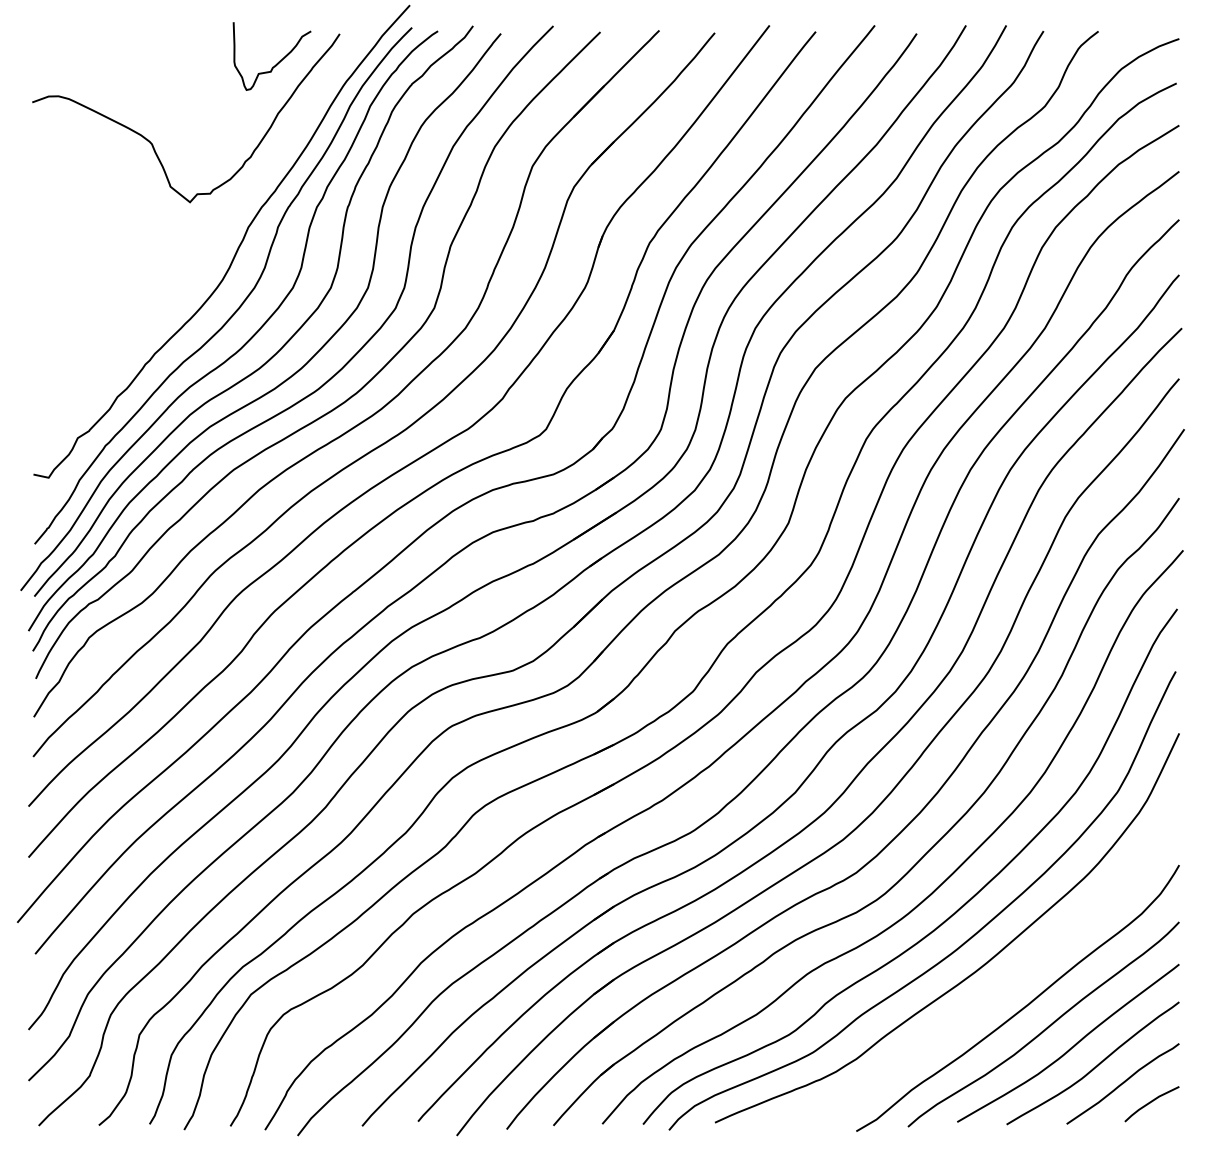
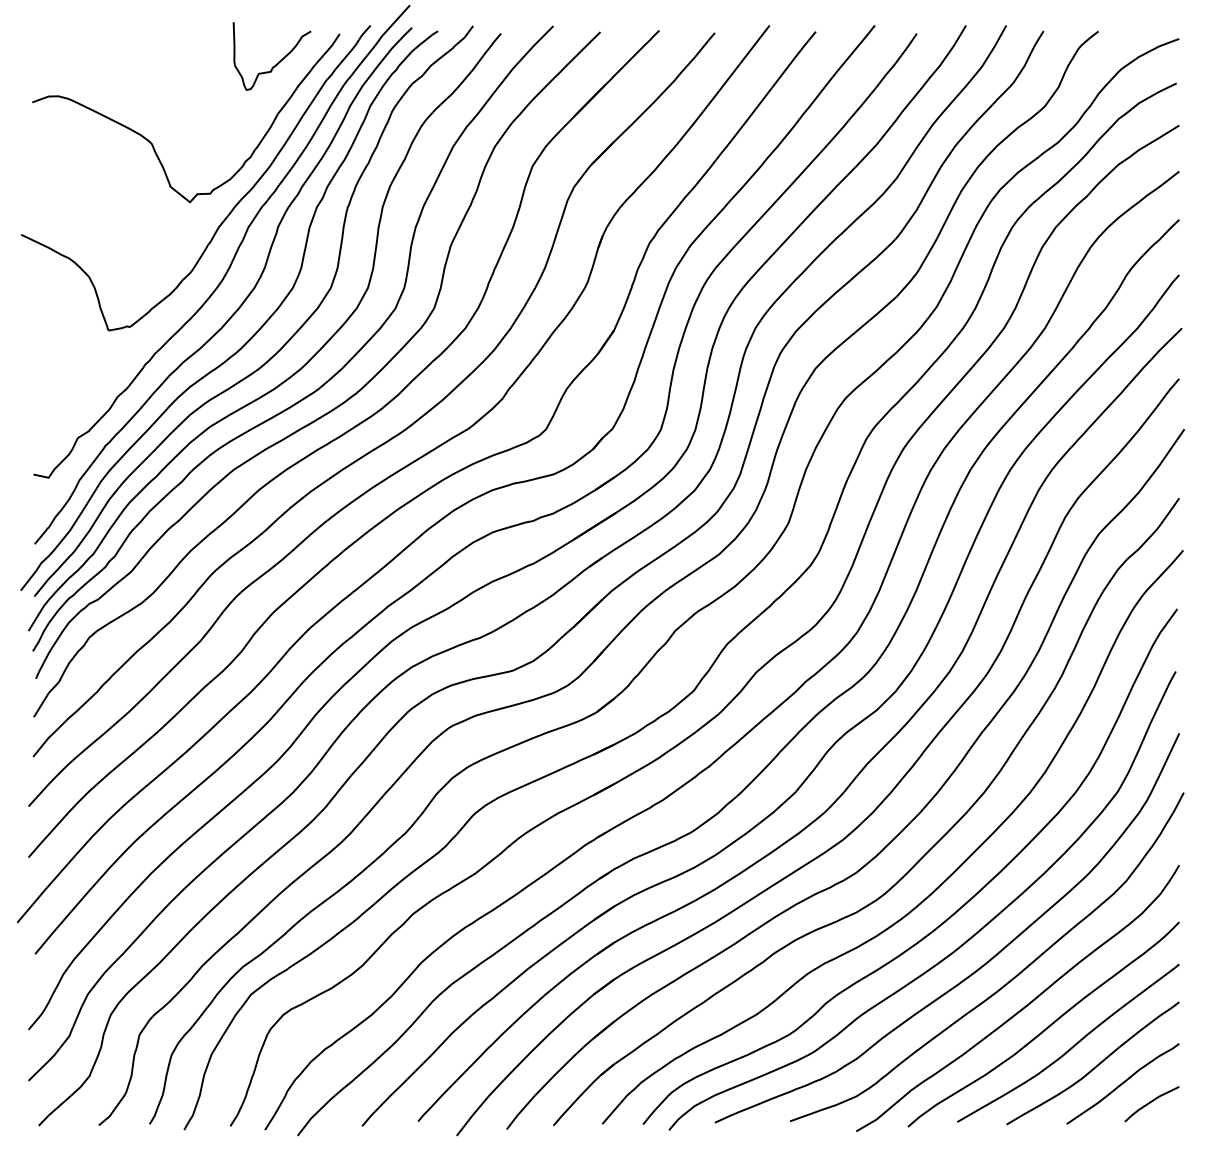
curve at (234, 205): none -> present
curve at (1005, 983): none -> present
